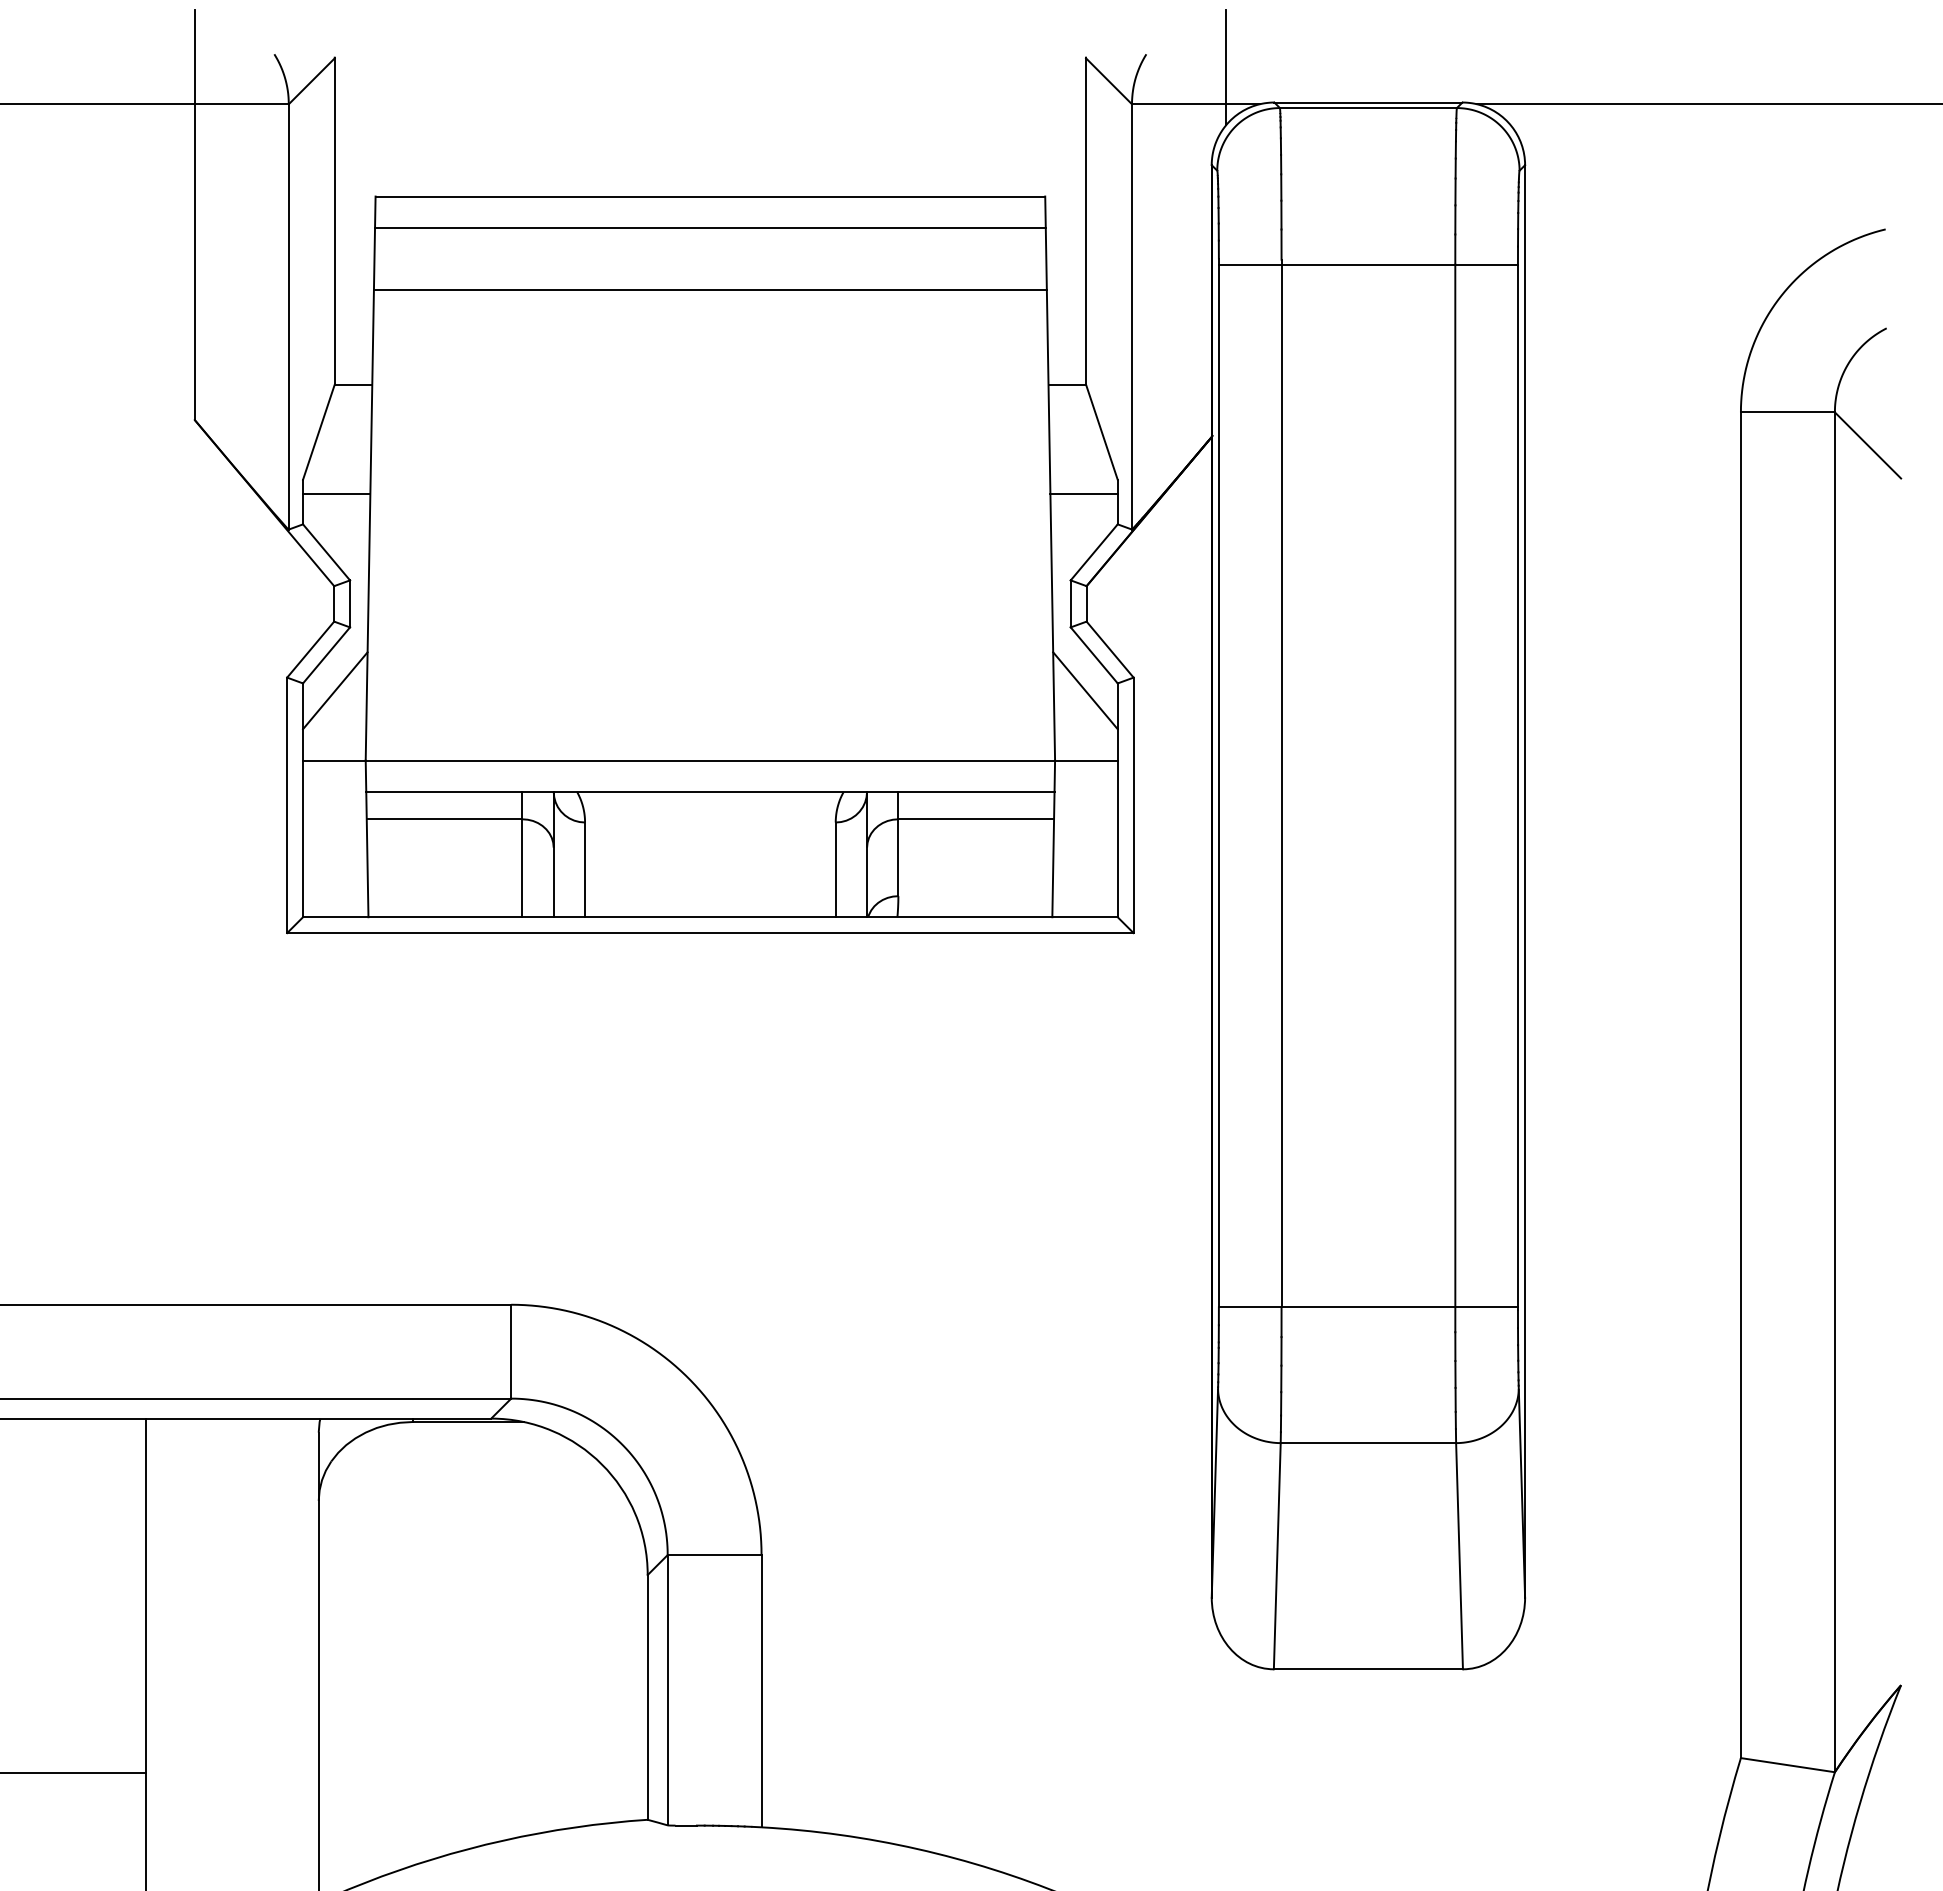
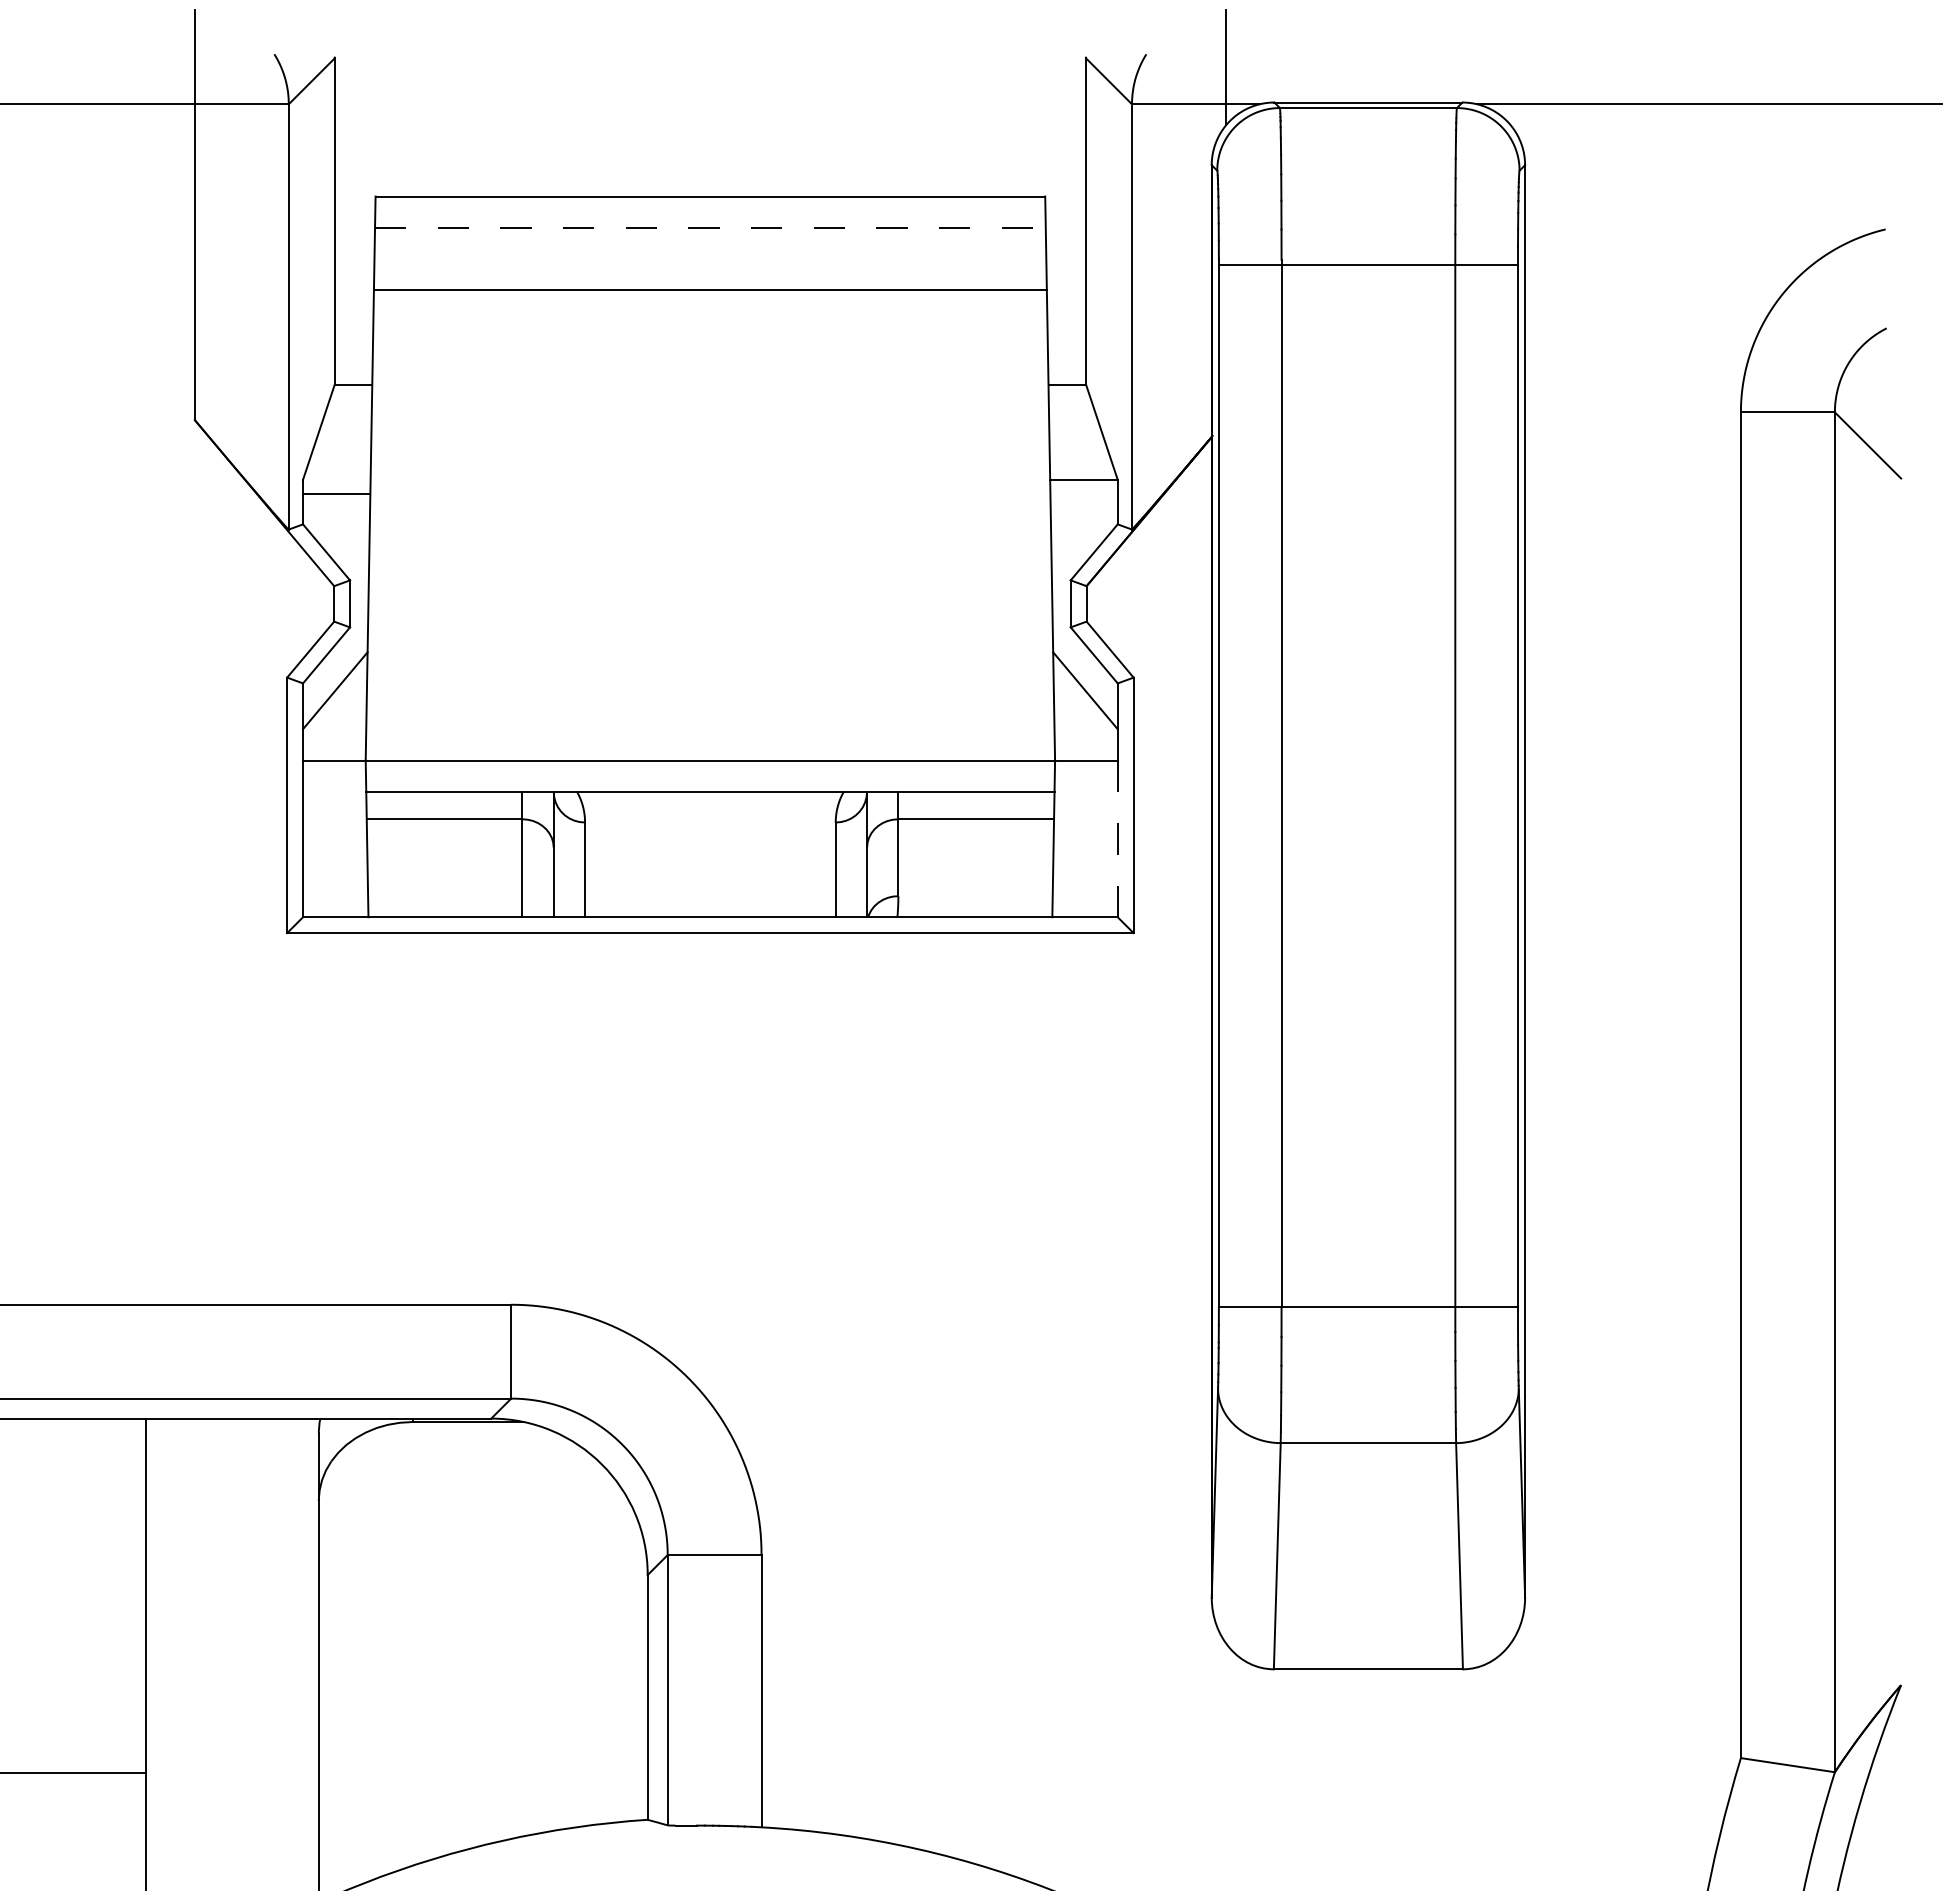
line at (710, 227): solid -> dashed
line at (1083, 494) position: (1083, 494) -> (1083, 480)
line at (1117, 838): solid -> dashed
